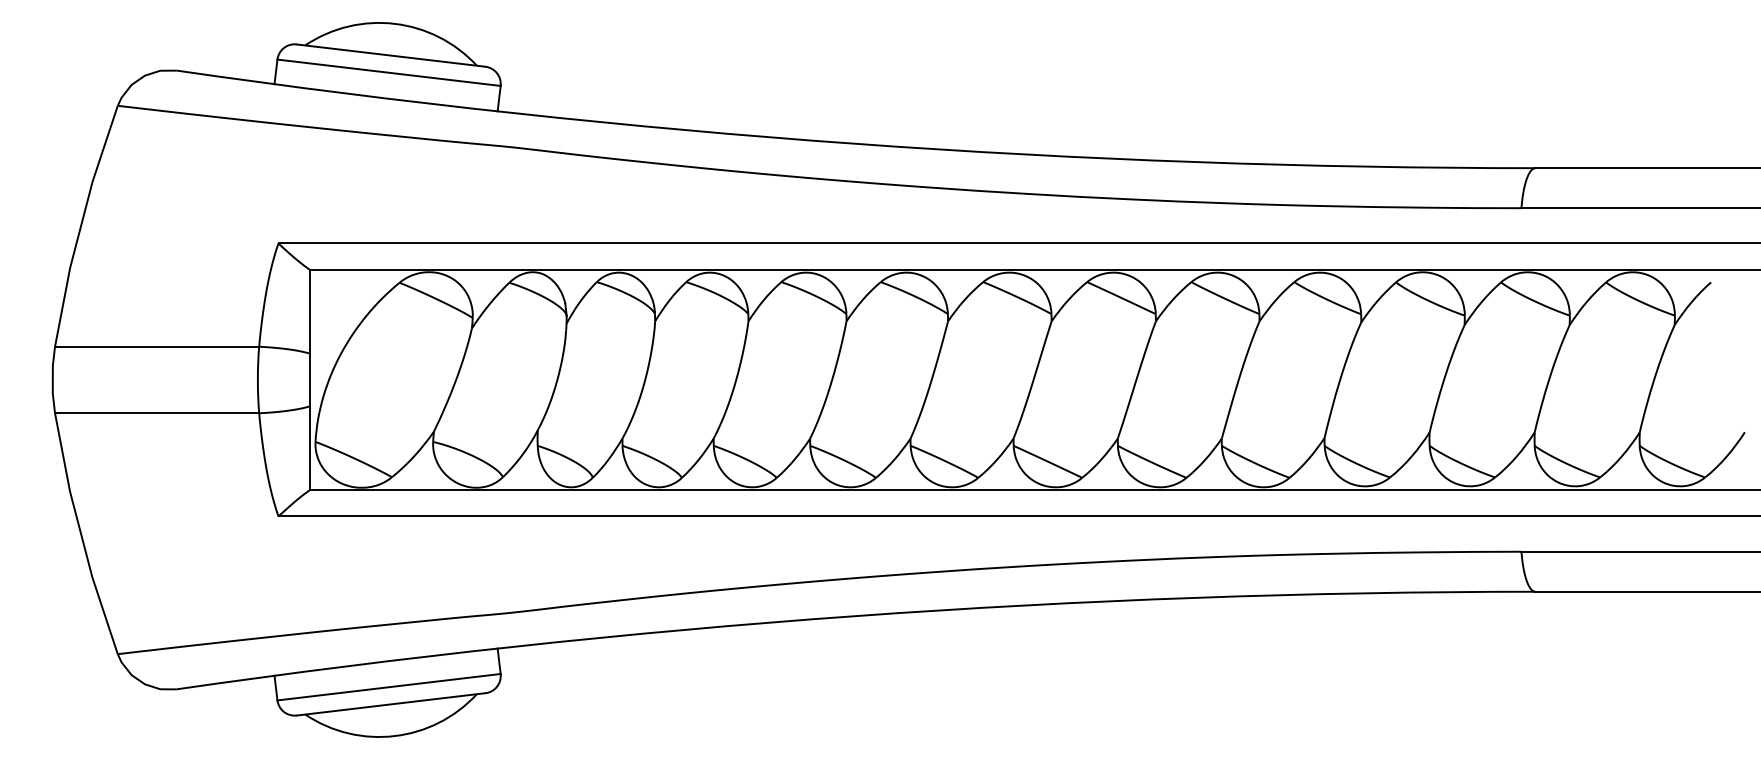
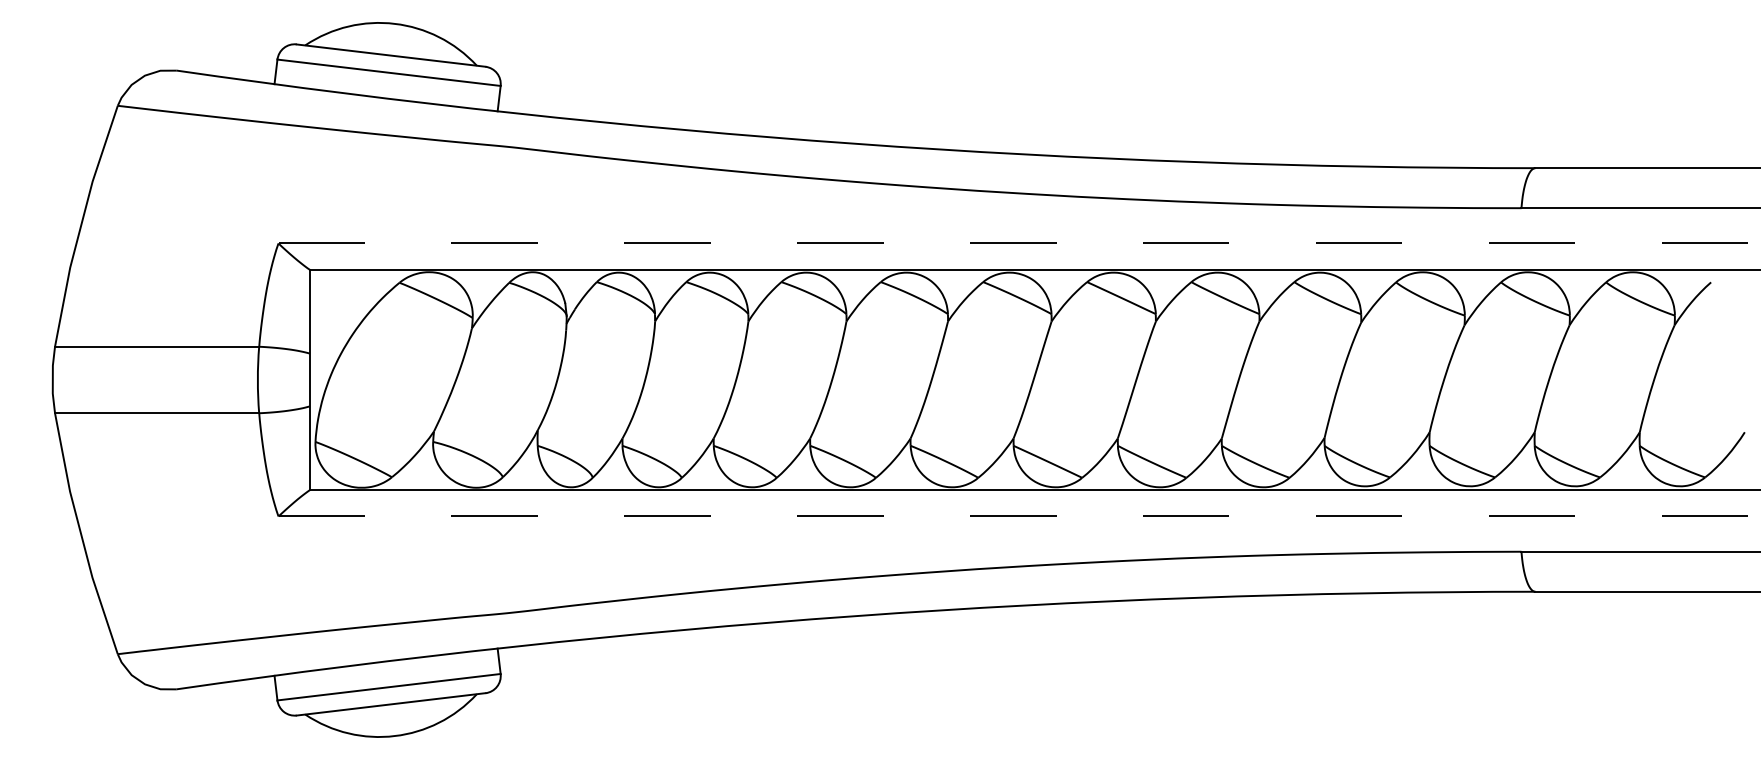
line at (1019, 243): solid -> dashed
line at (1019, 516): solid -> dashed
